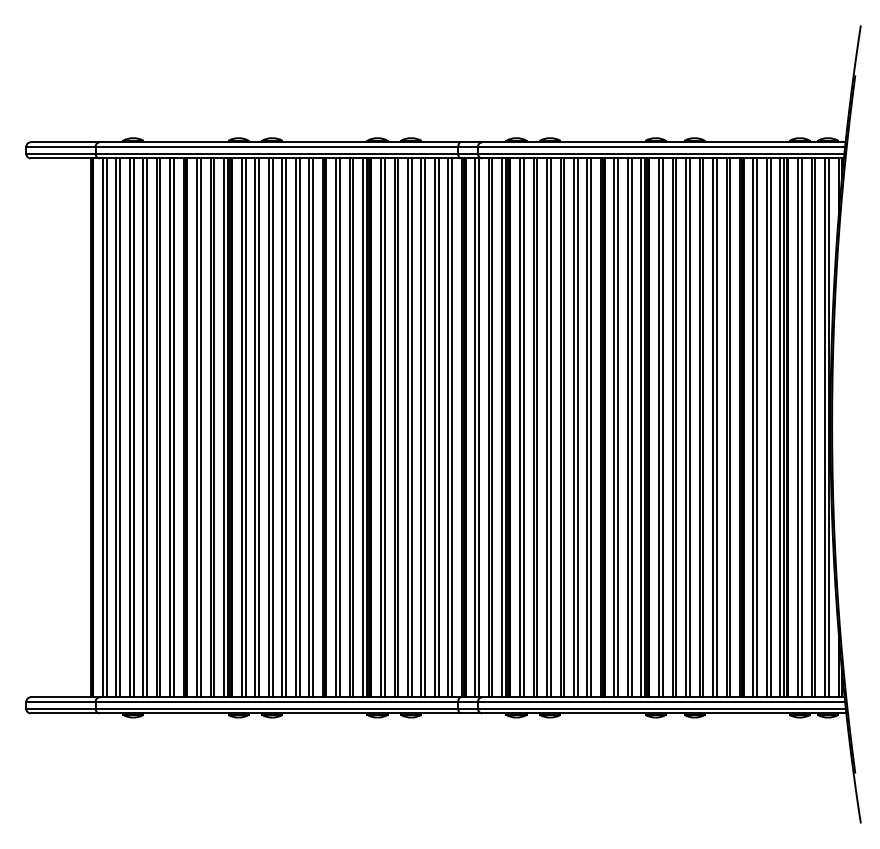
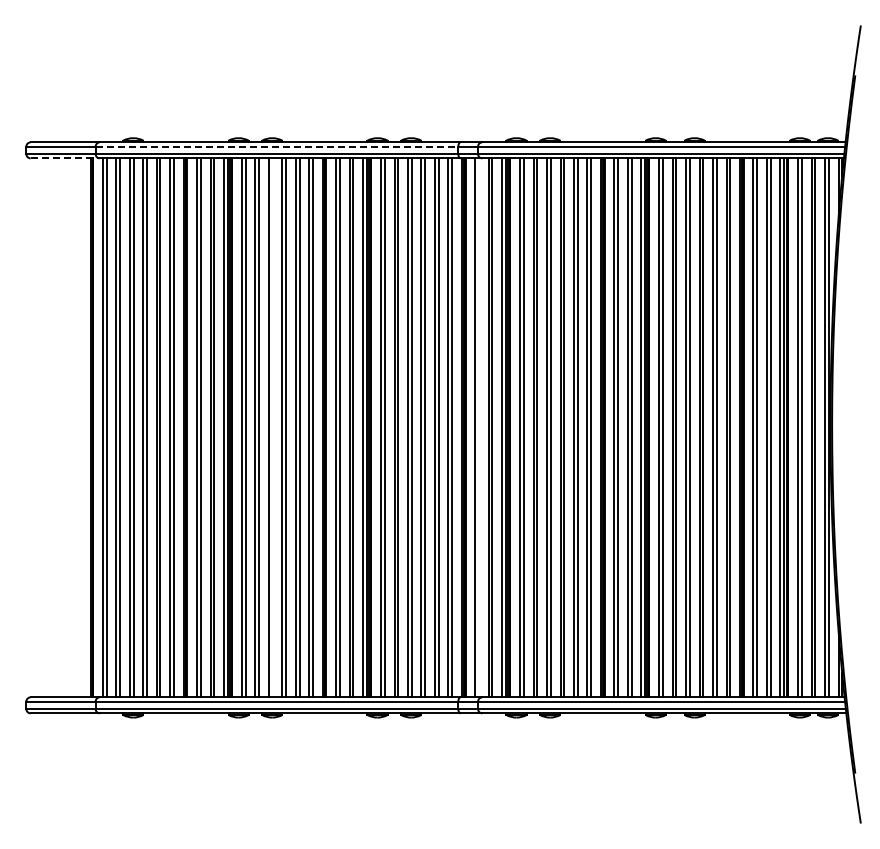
line at (277, 146): solid -> dashed
line at (65, 158): solid -> dashed
line at (272, 427): present -> none
line at (478, 427): present -> none
